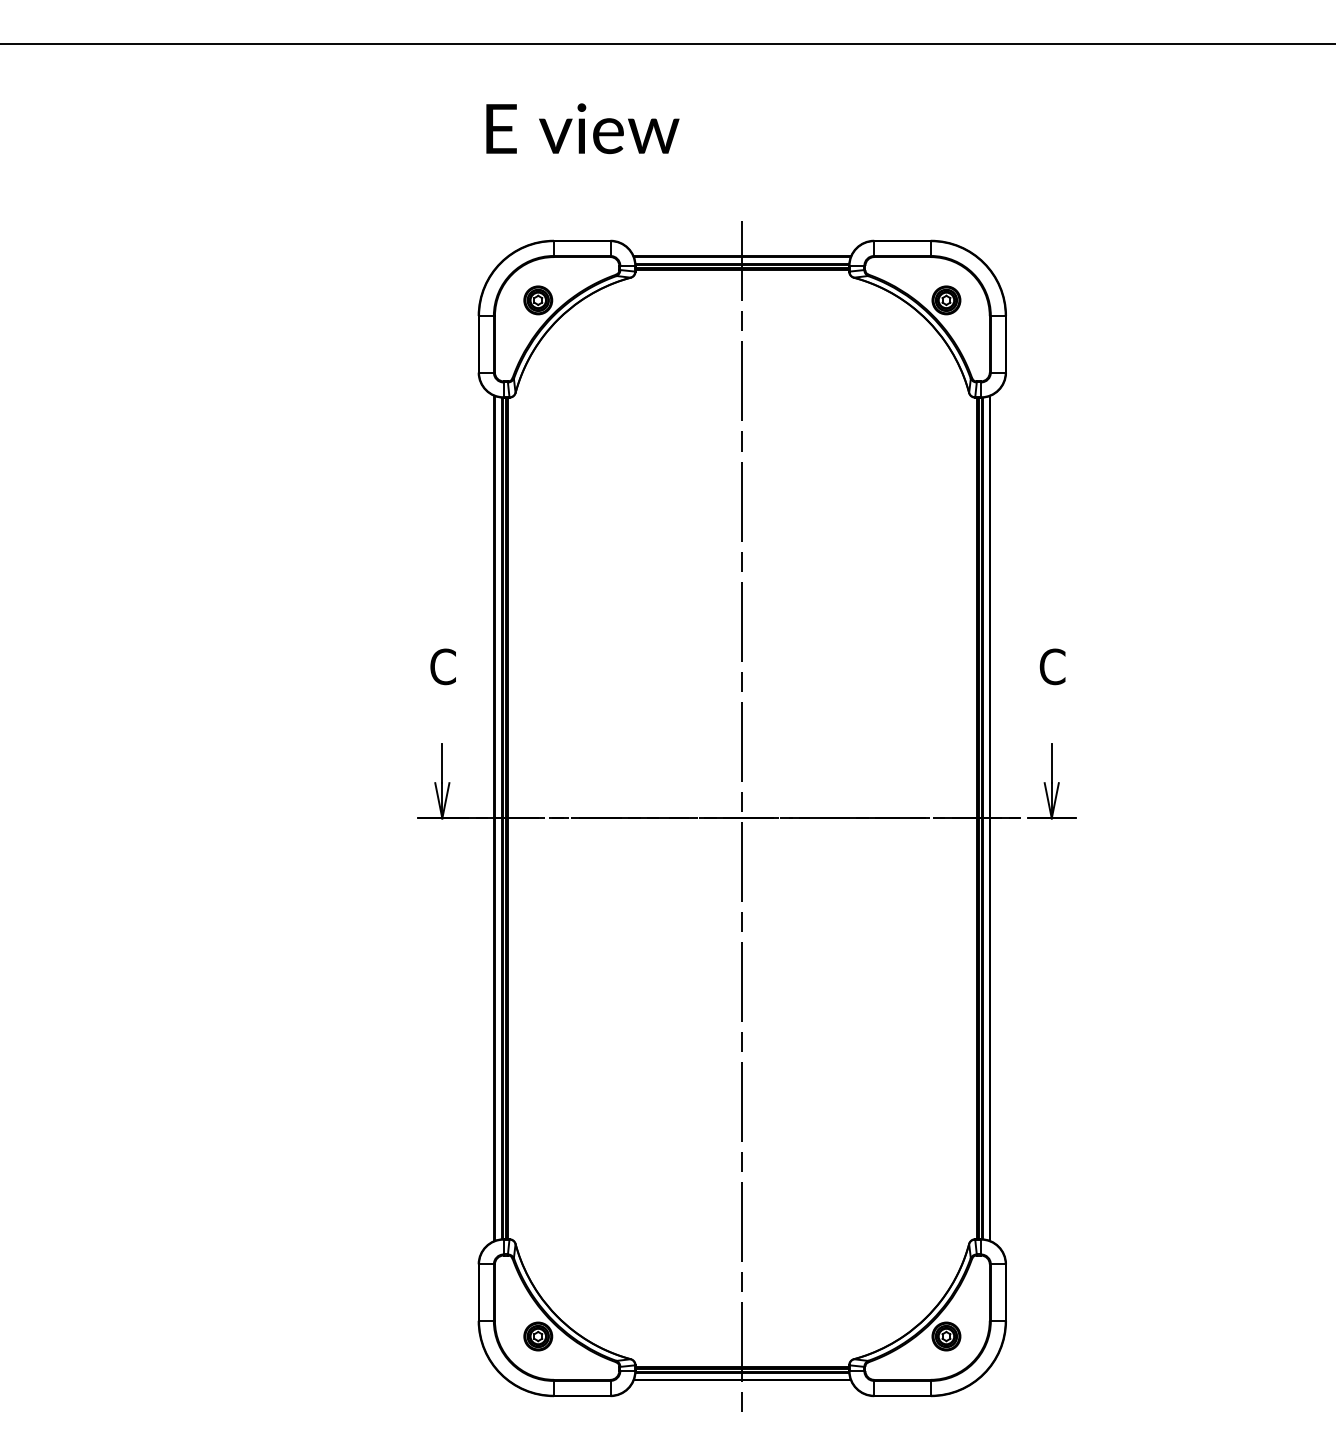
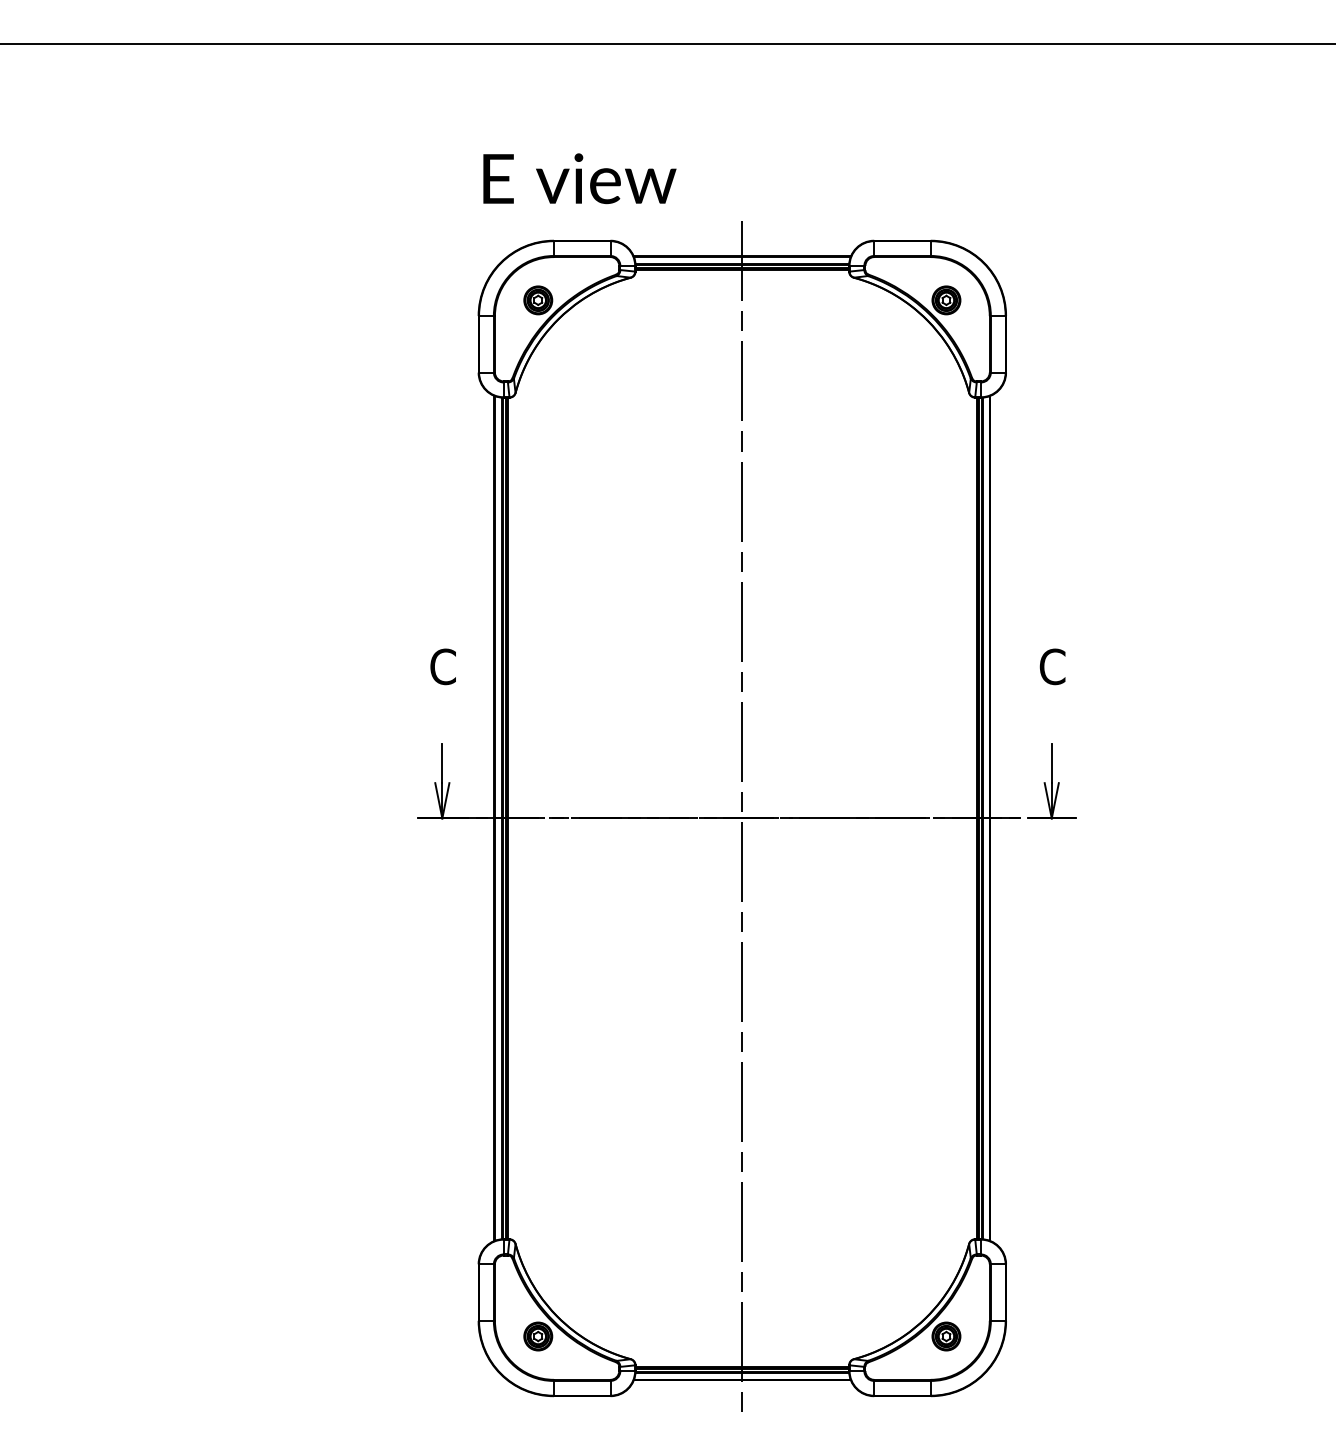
text at (582, 128) position: (582, 128) -> (579, 178)
